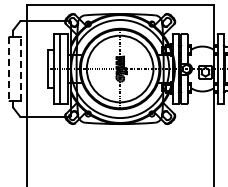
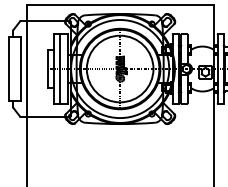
line at (9, 69): dashed -> solid
line at (21, 69): dashed -> solid
